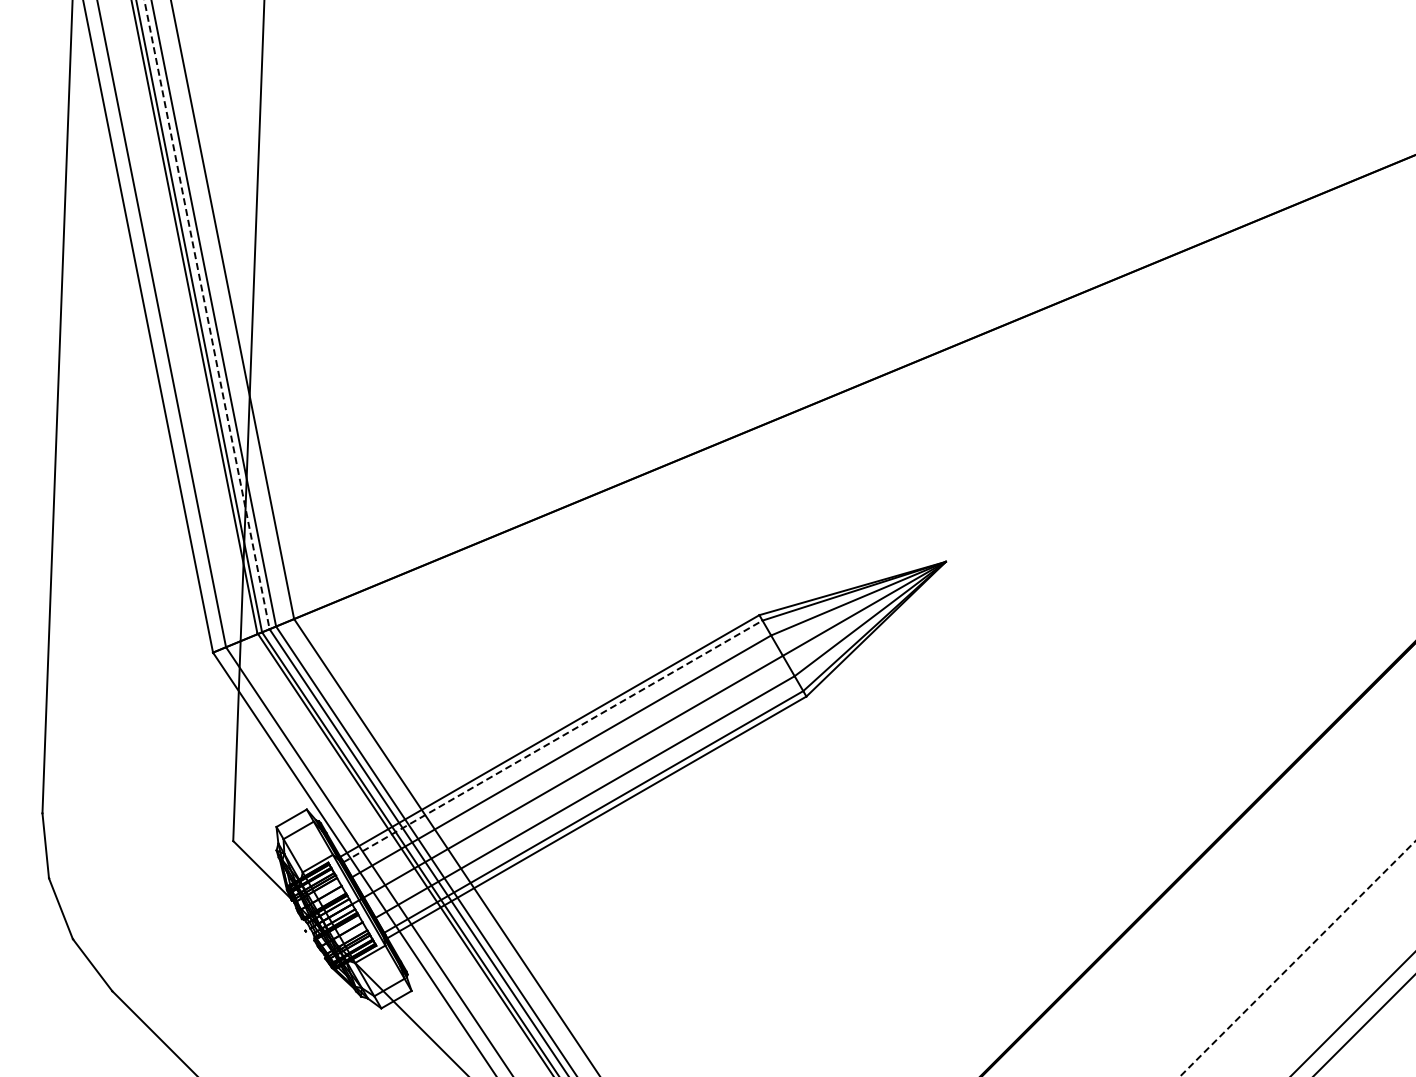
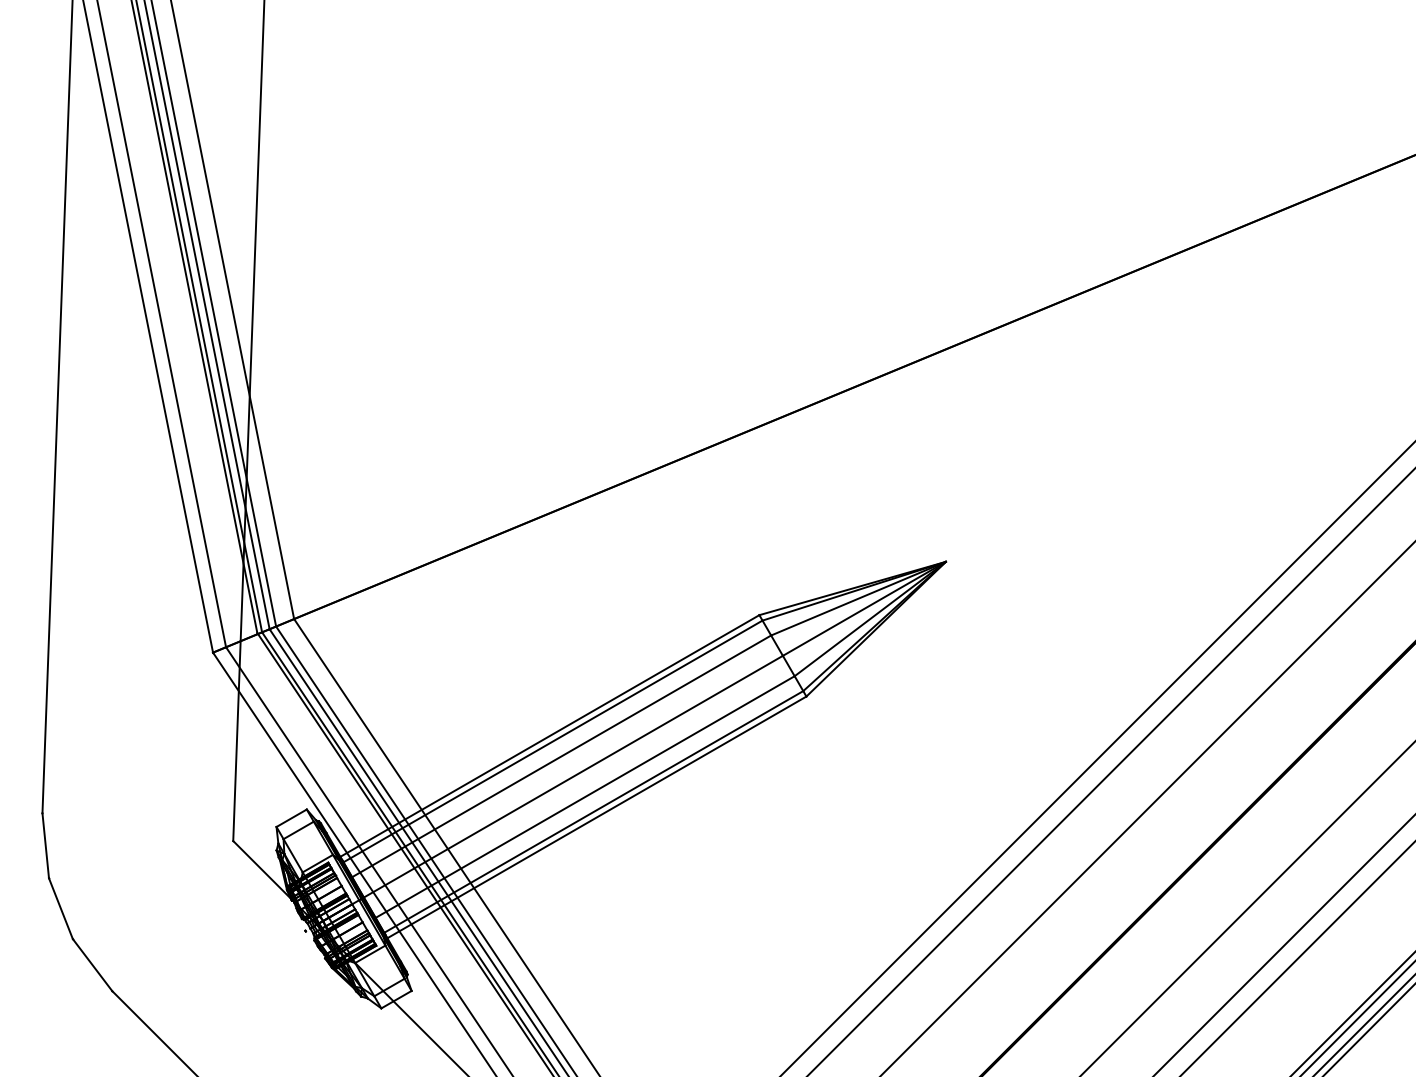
line at (206, 314): dashed -> solid
line at (553, 741): dashed -> solid
line at (1097, 758): none -> present
line at (1111, 771): none -> present
line at (1147, 808): none -> present
line at (1247, 908): none -> present
line at (1283, 945): none -> present
line at (1297, 959): dashed -> solid
line at (1357, 1018): none -> present
line at (1369, 1029): none -> present
